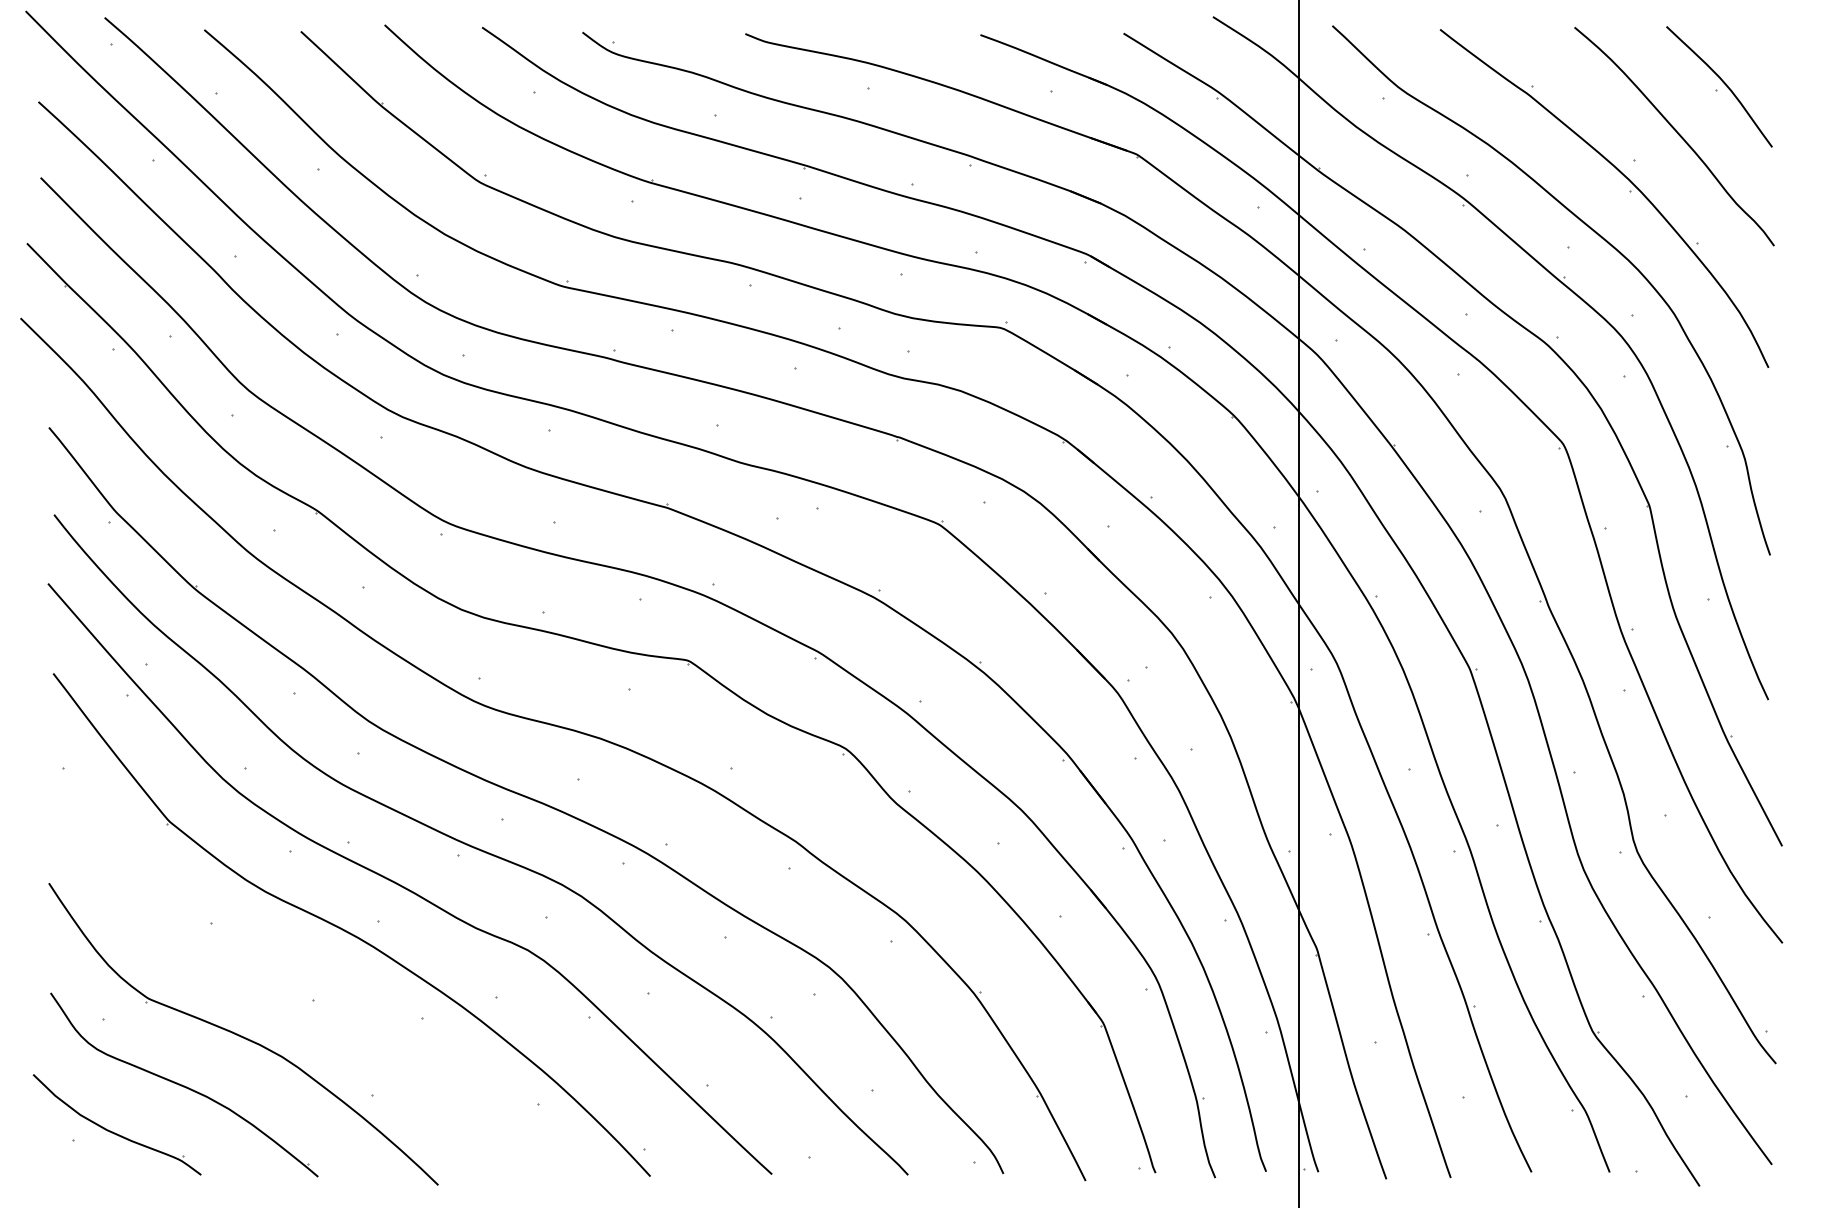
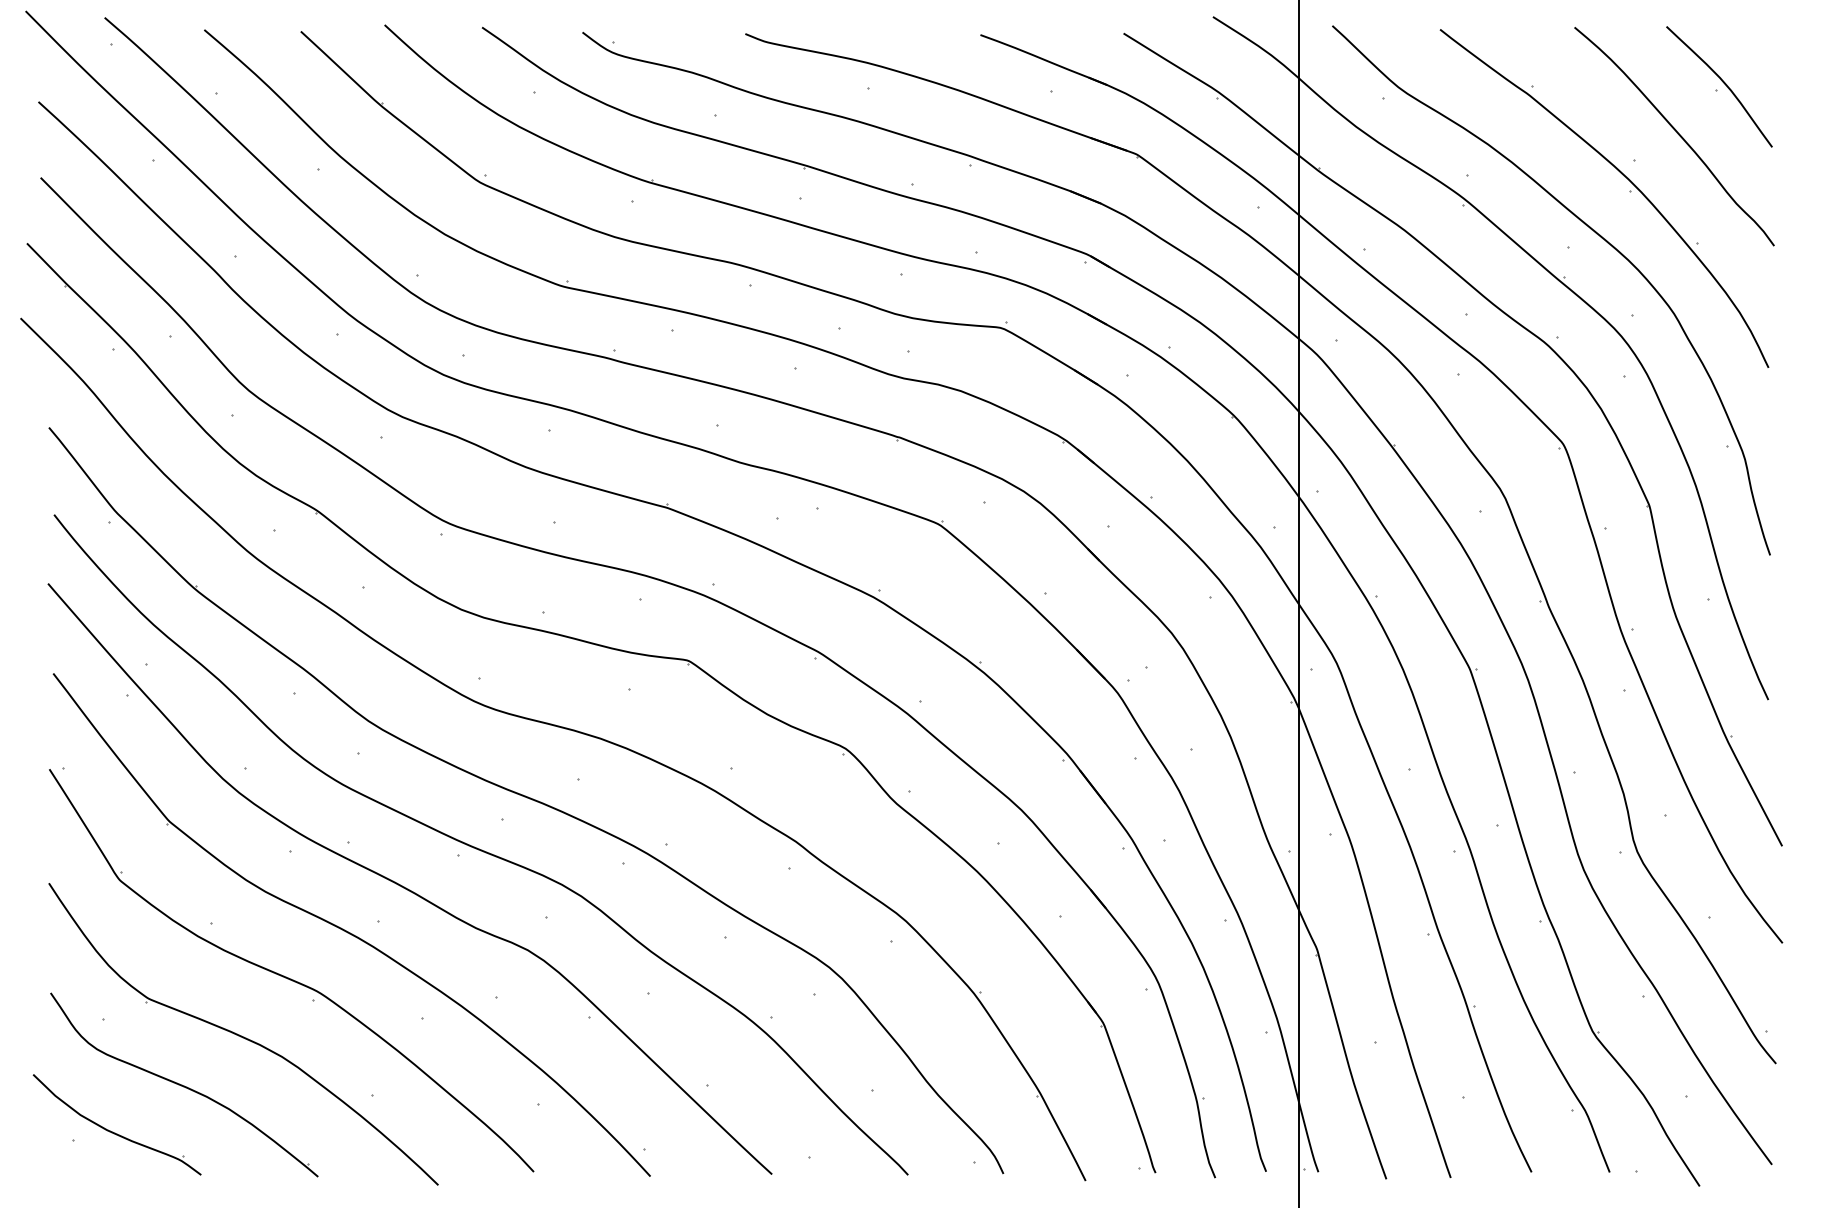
part at (288, 977): none -> present
